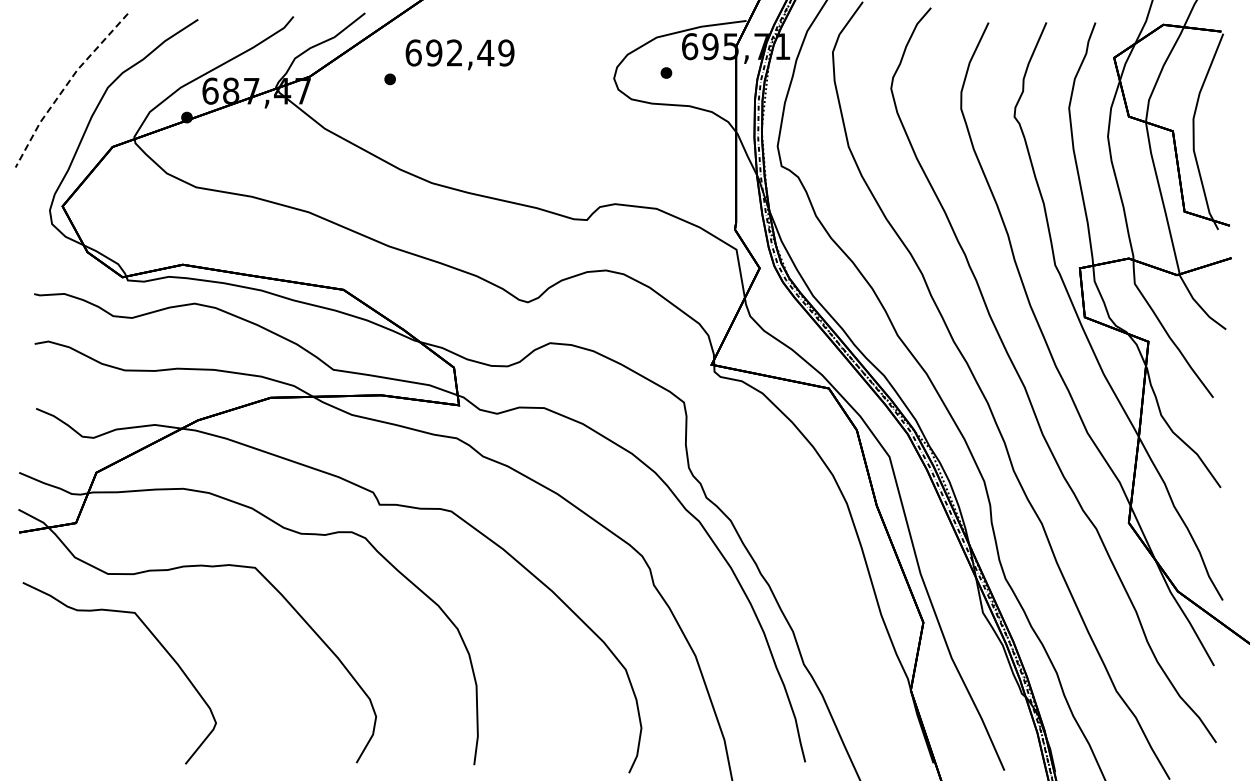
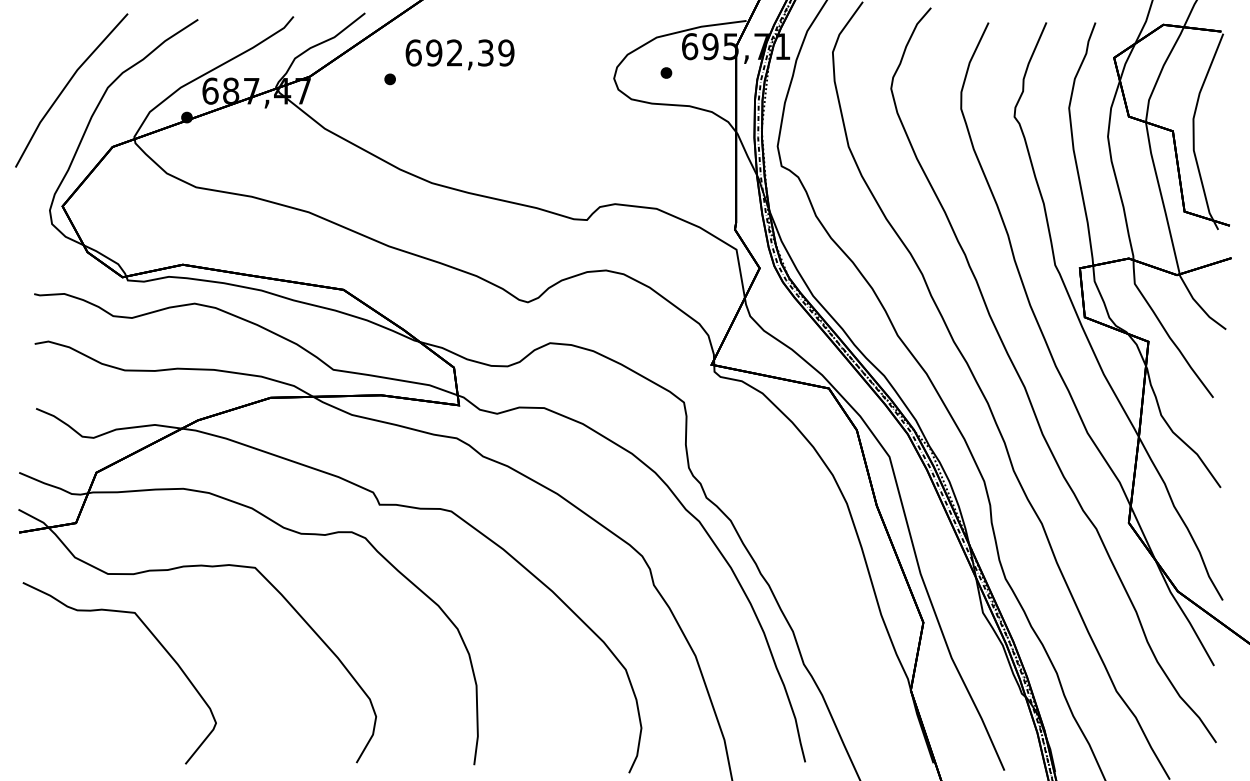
text at (485, 52): 692,49 -> 692,39
line at (65, 86): dashed -> solid
